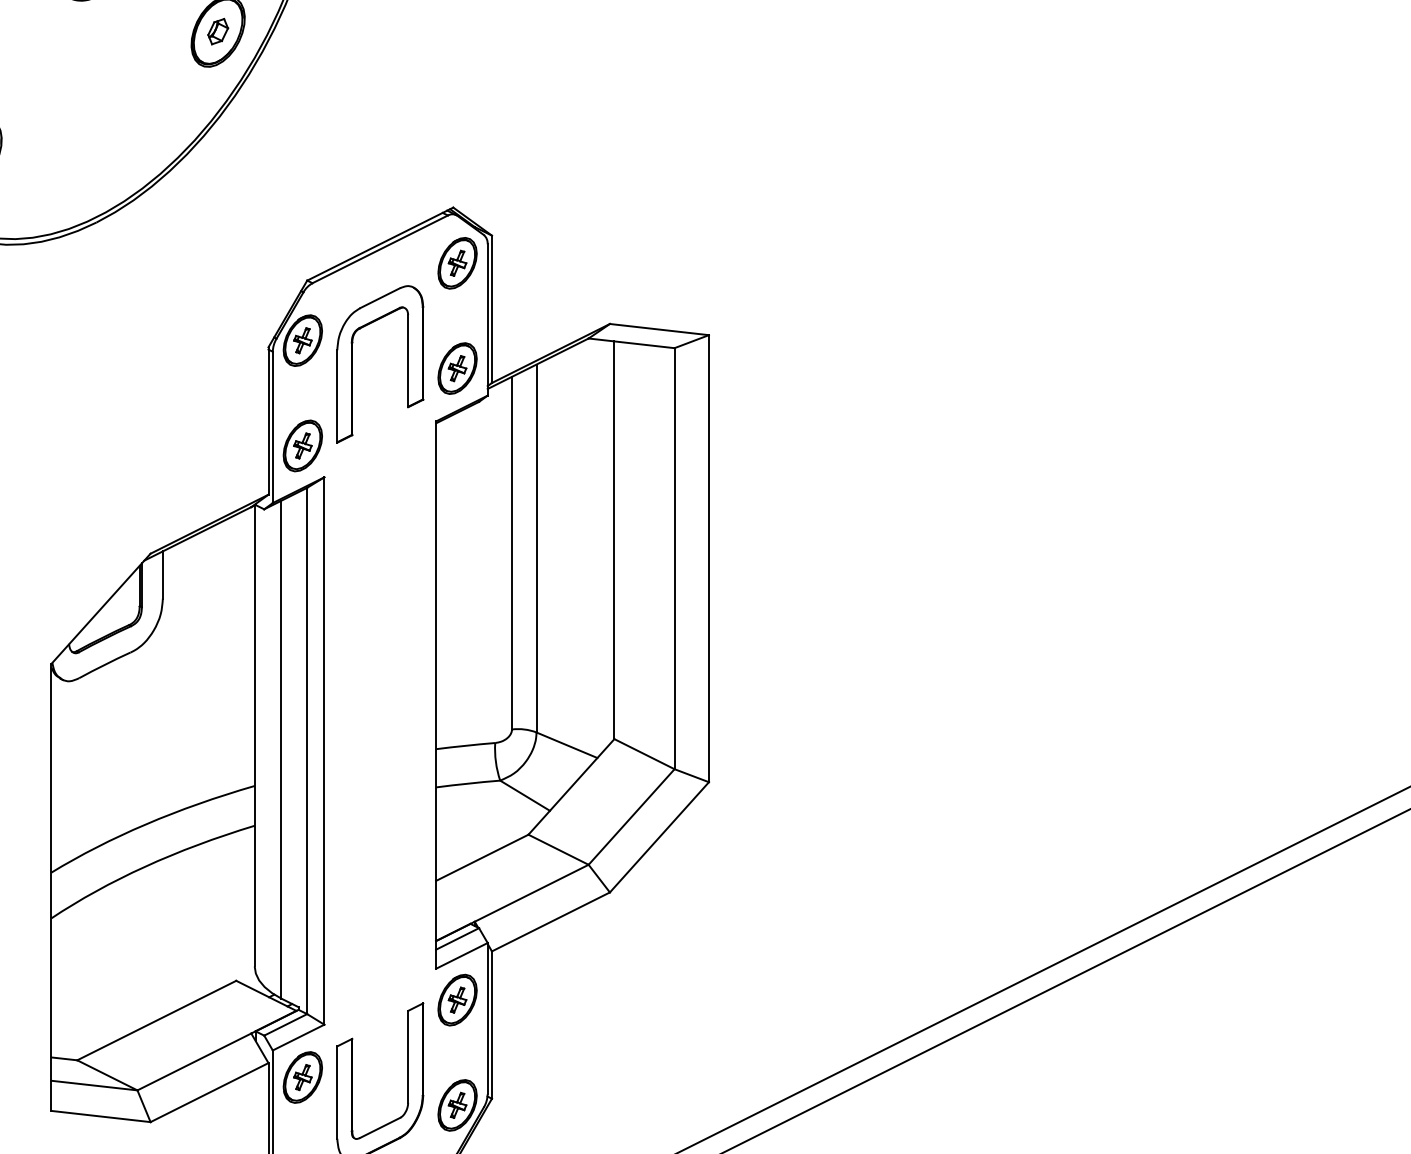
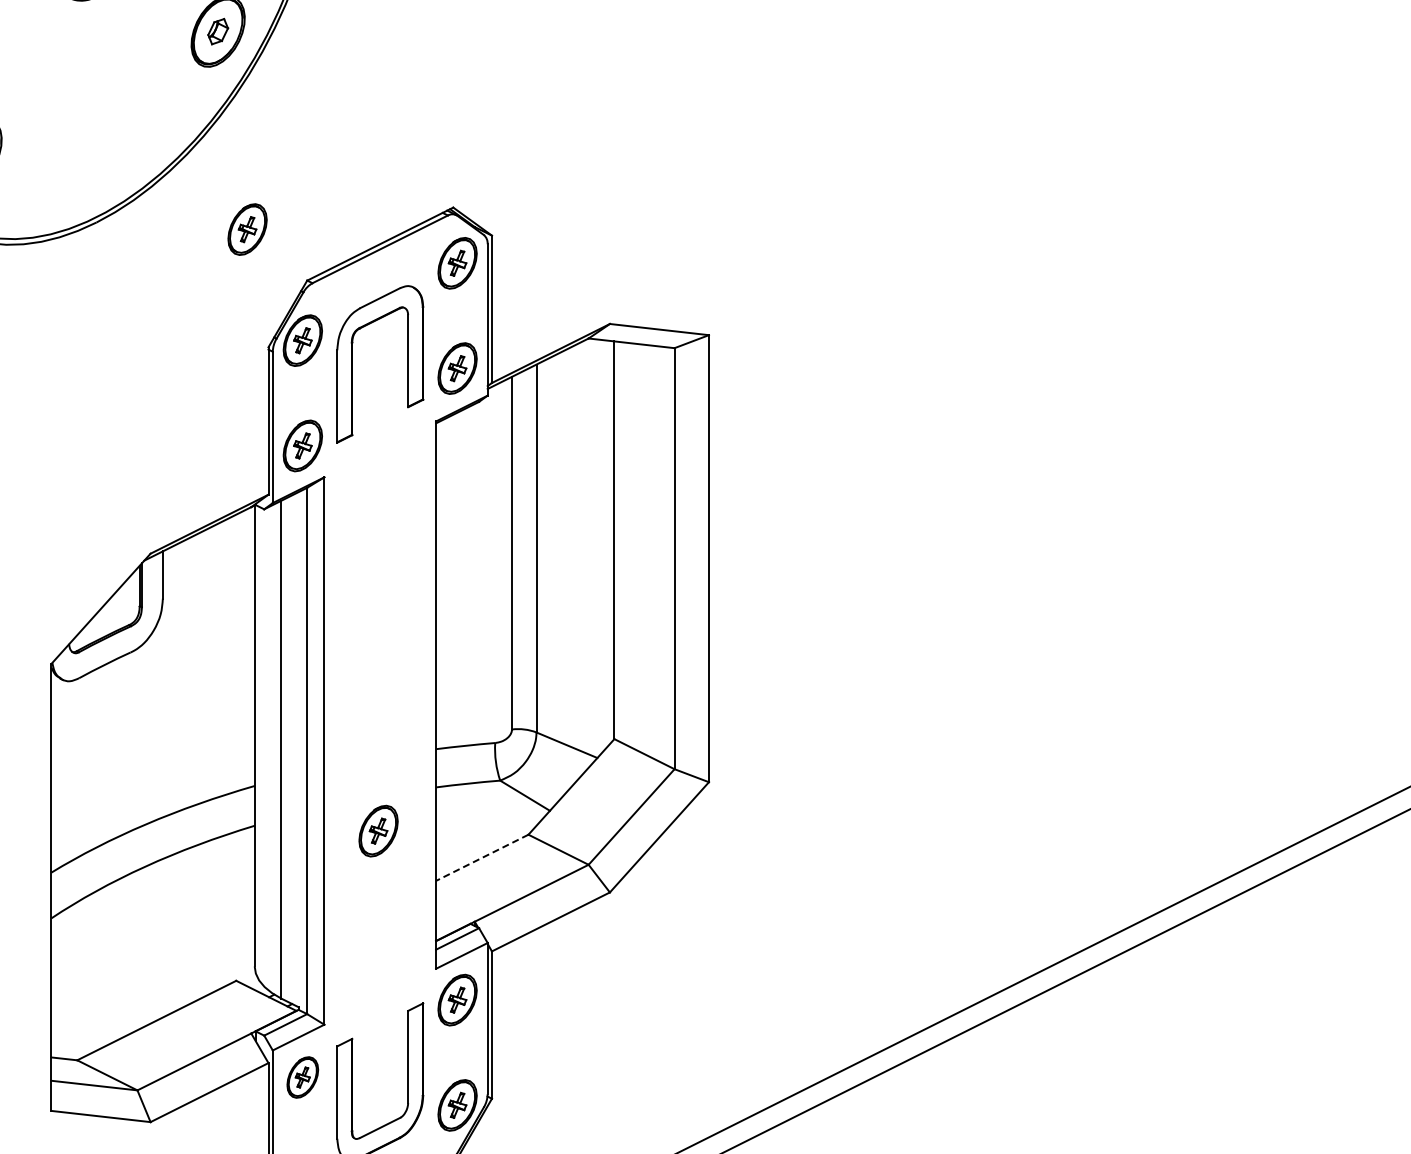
part at (247, 229): none -> present
part at (378, 830): none -> present
line at (482, 857): solid -> dashed
part at (302, 1077) size: 41x53 px -> 34x43 px
